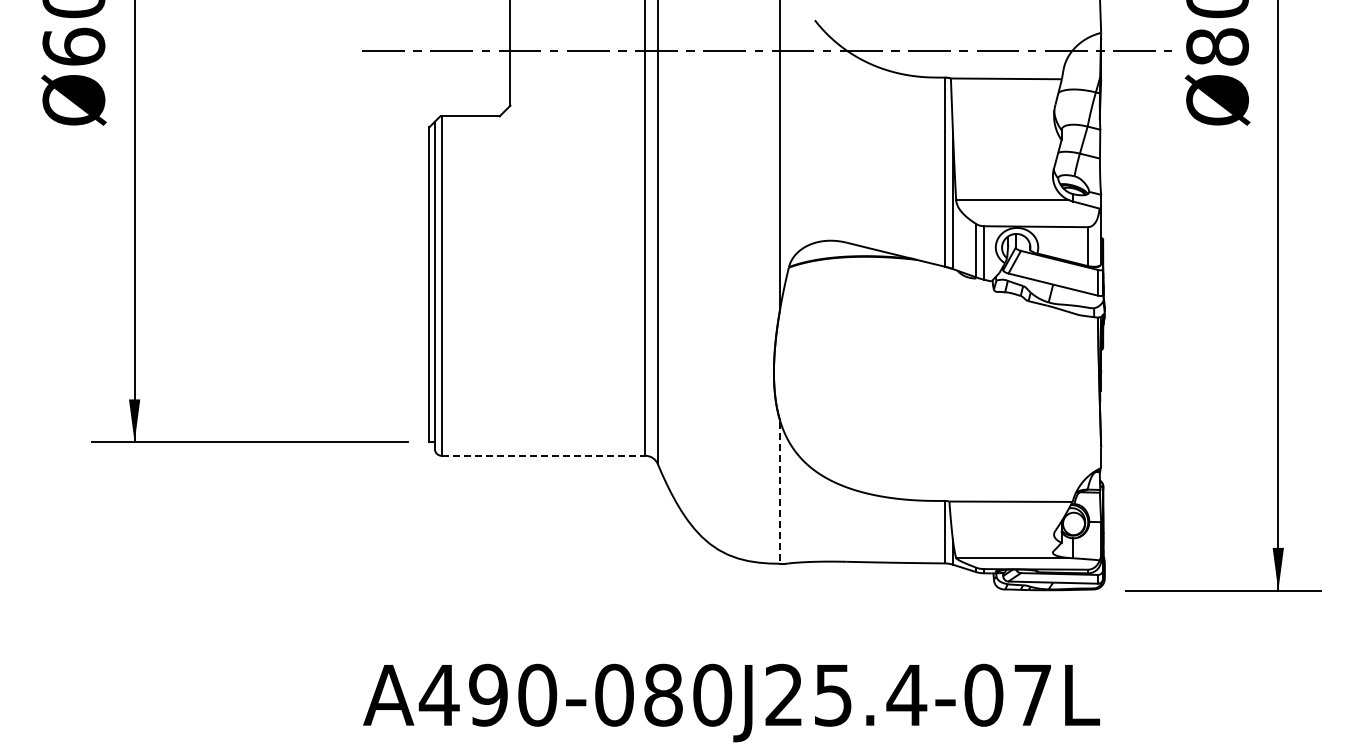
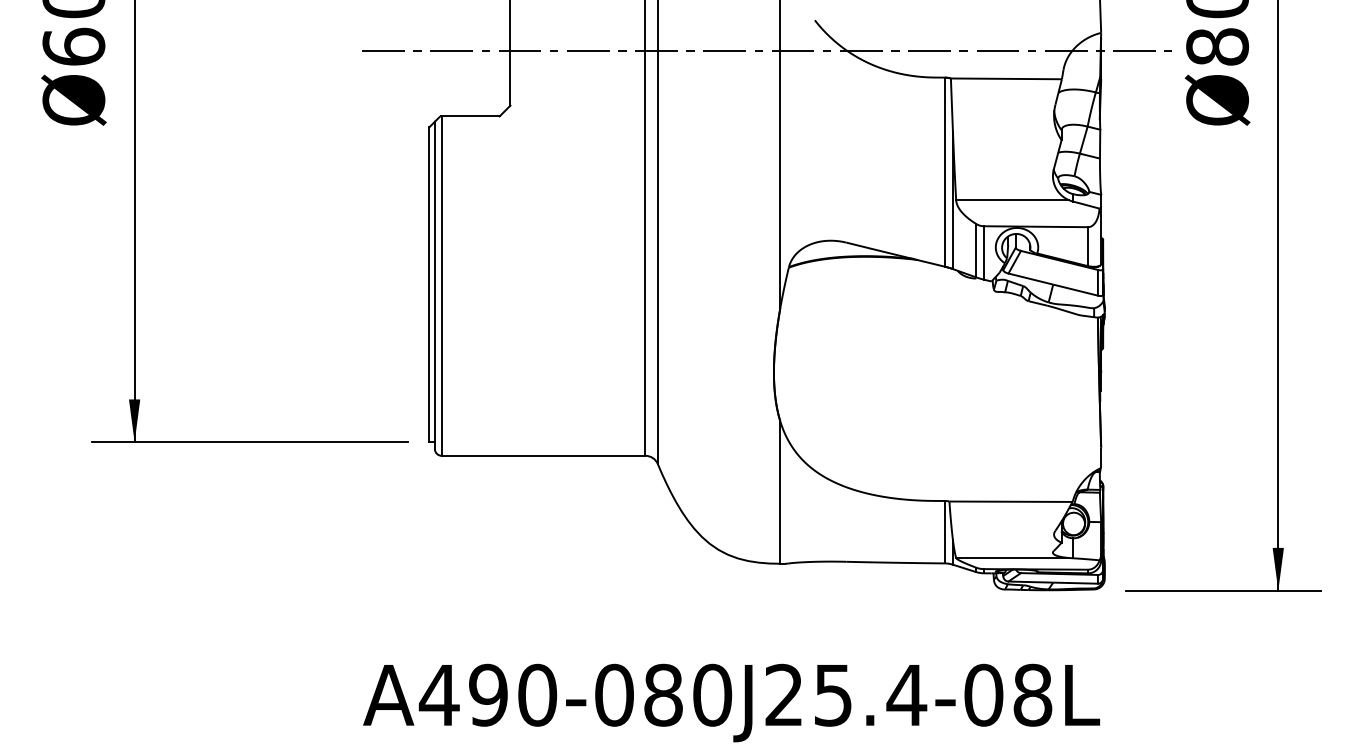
line at (543, 455): dashed -> solid
line at (780, 493): dashed -> solid
text at (1032, 694): A490-080J25.4-07L -> A490-080J25.4-08L
